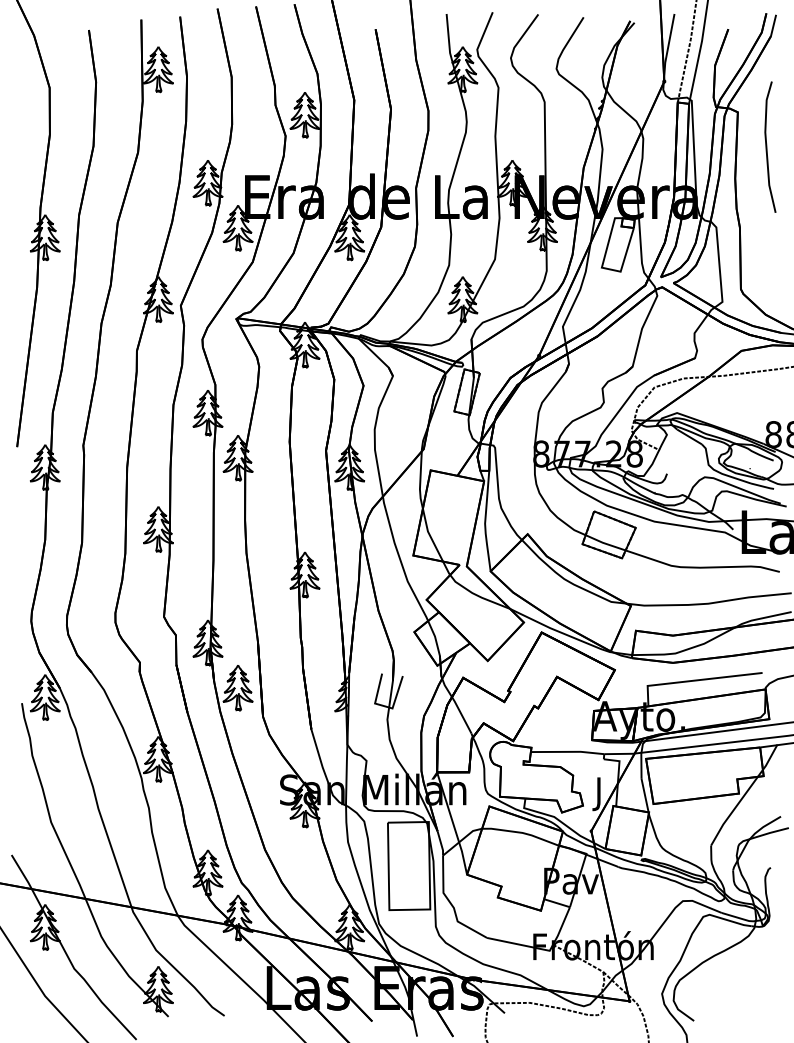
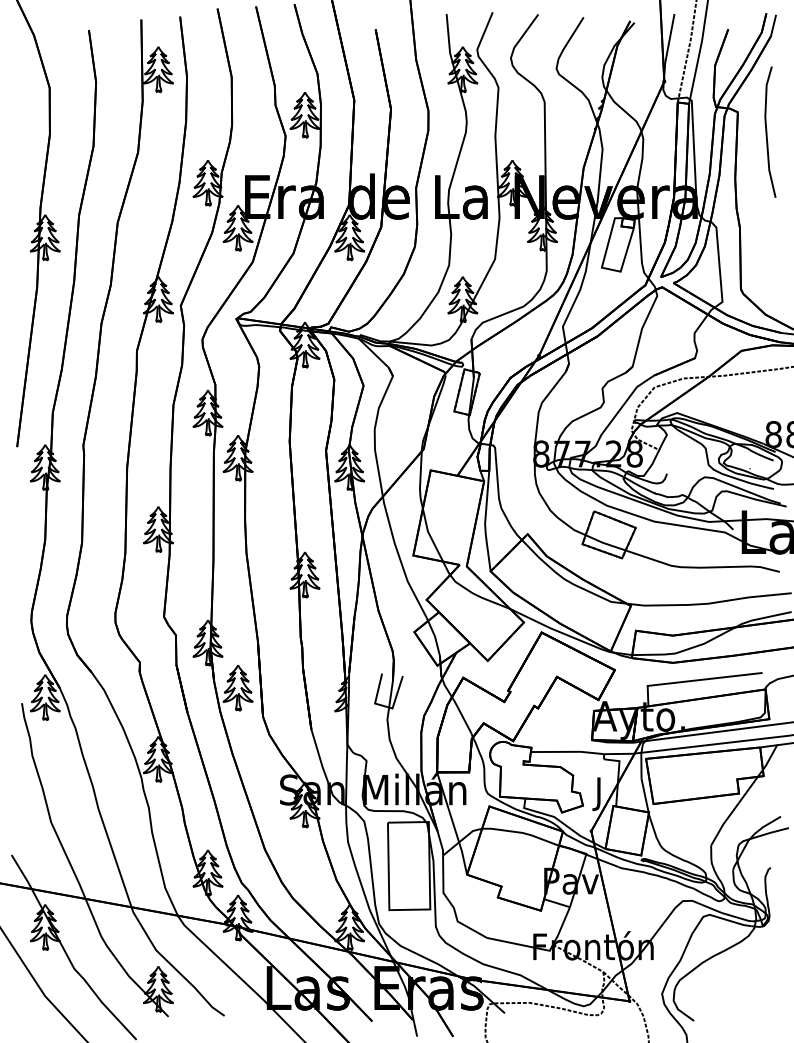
line at (767, 146) position: (767, 146) -> (767, 131)
